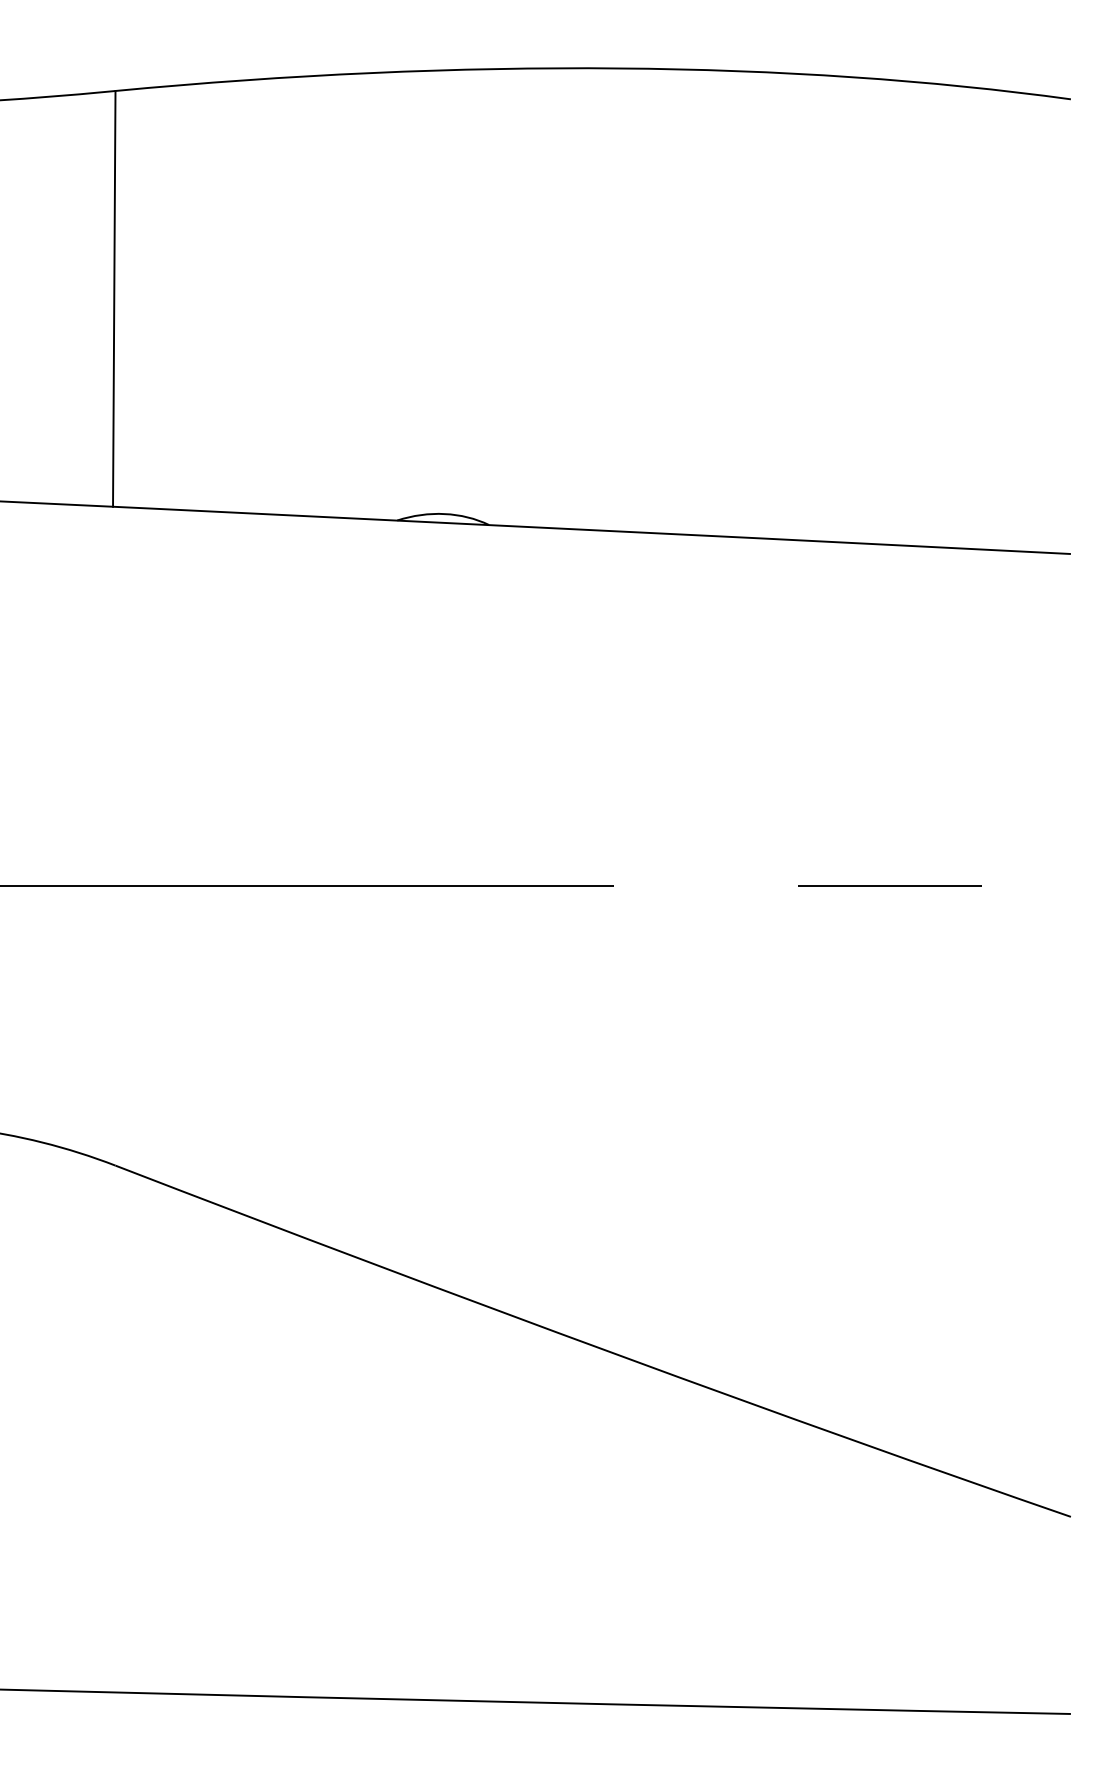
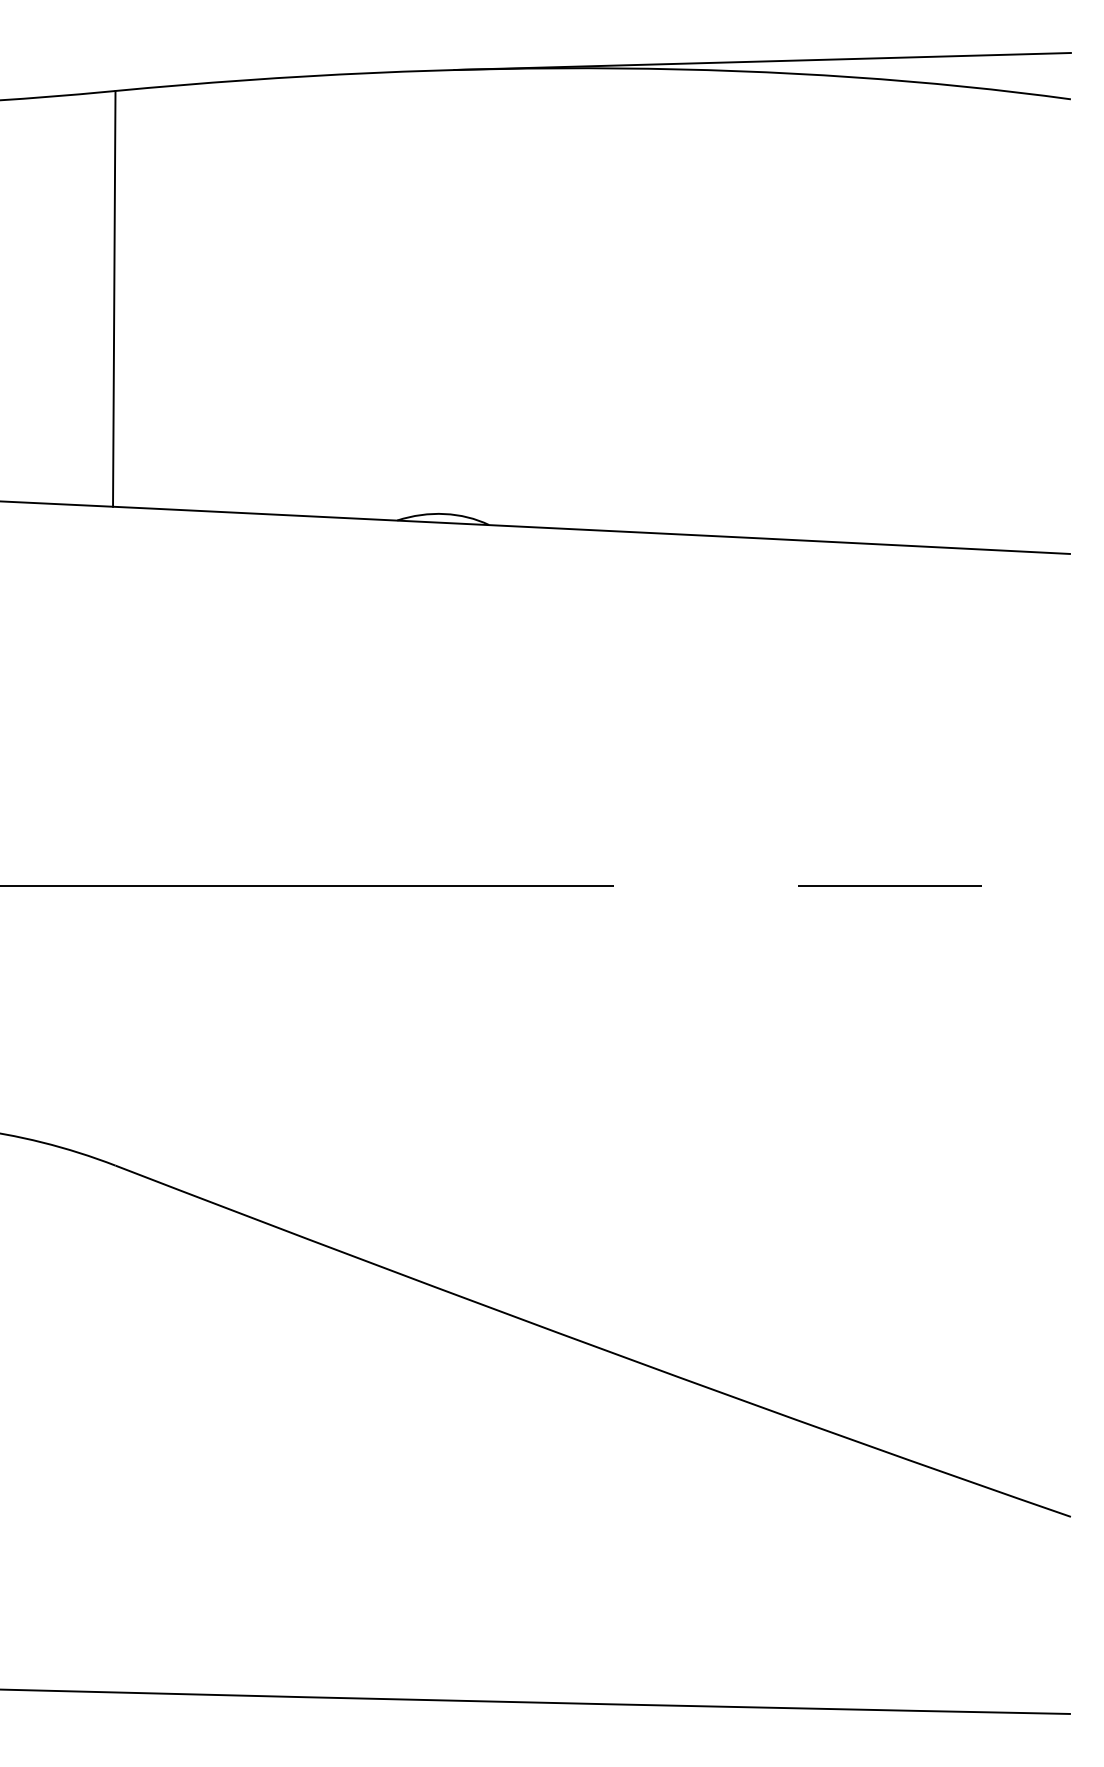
line at (762, 61): none -> present
